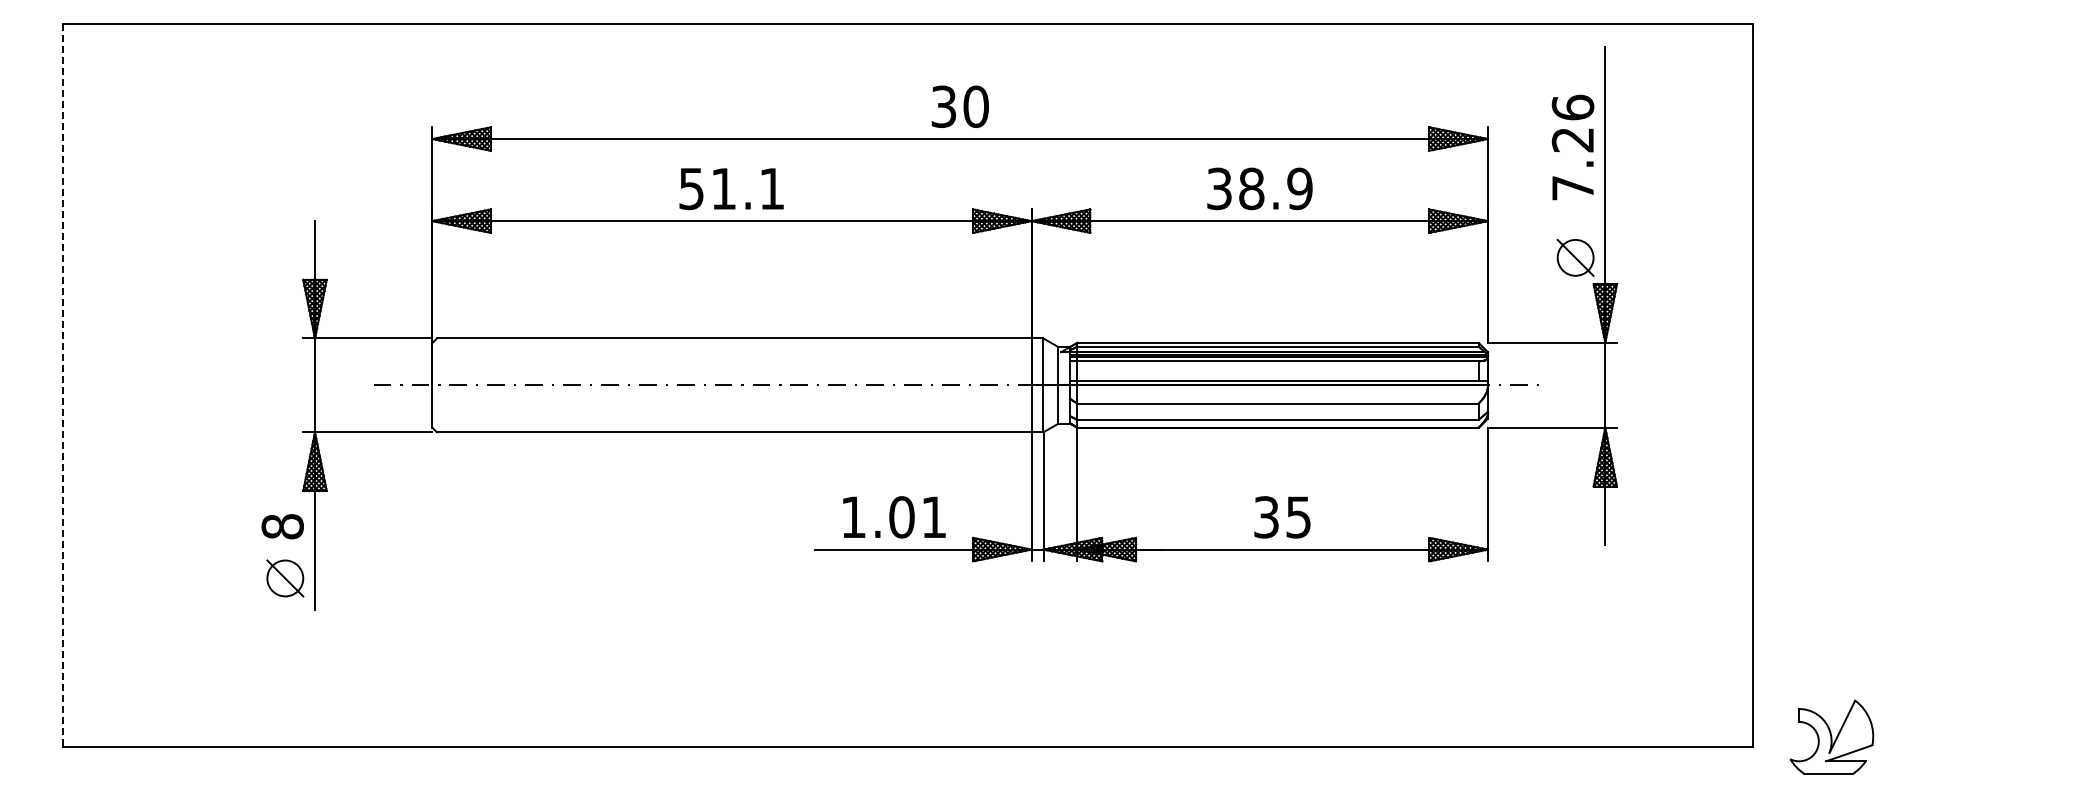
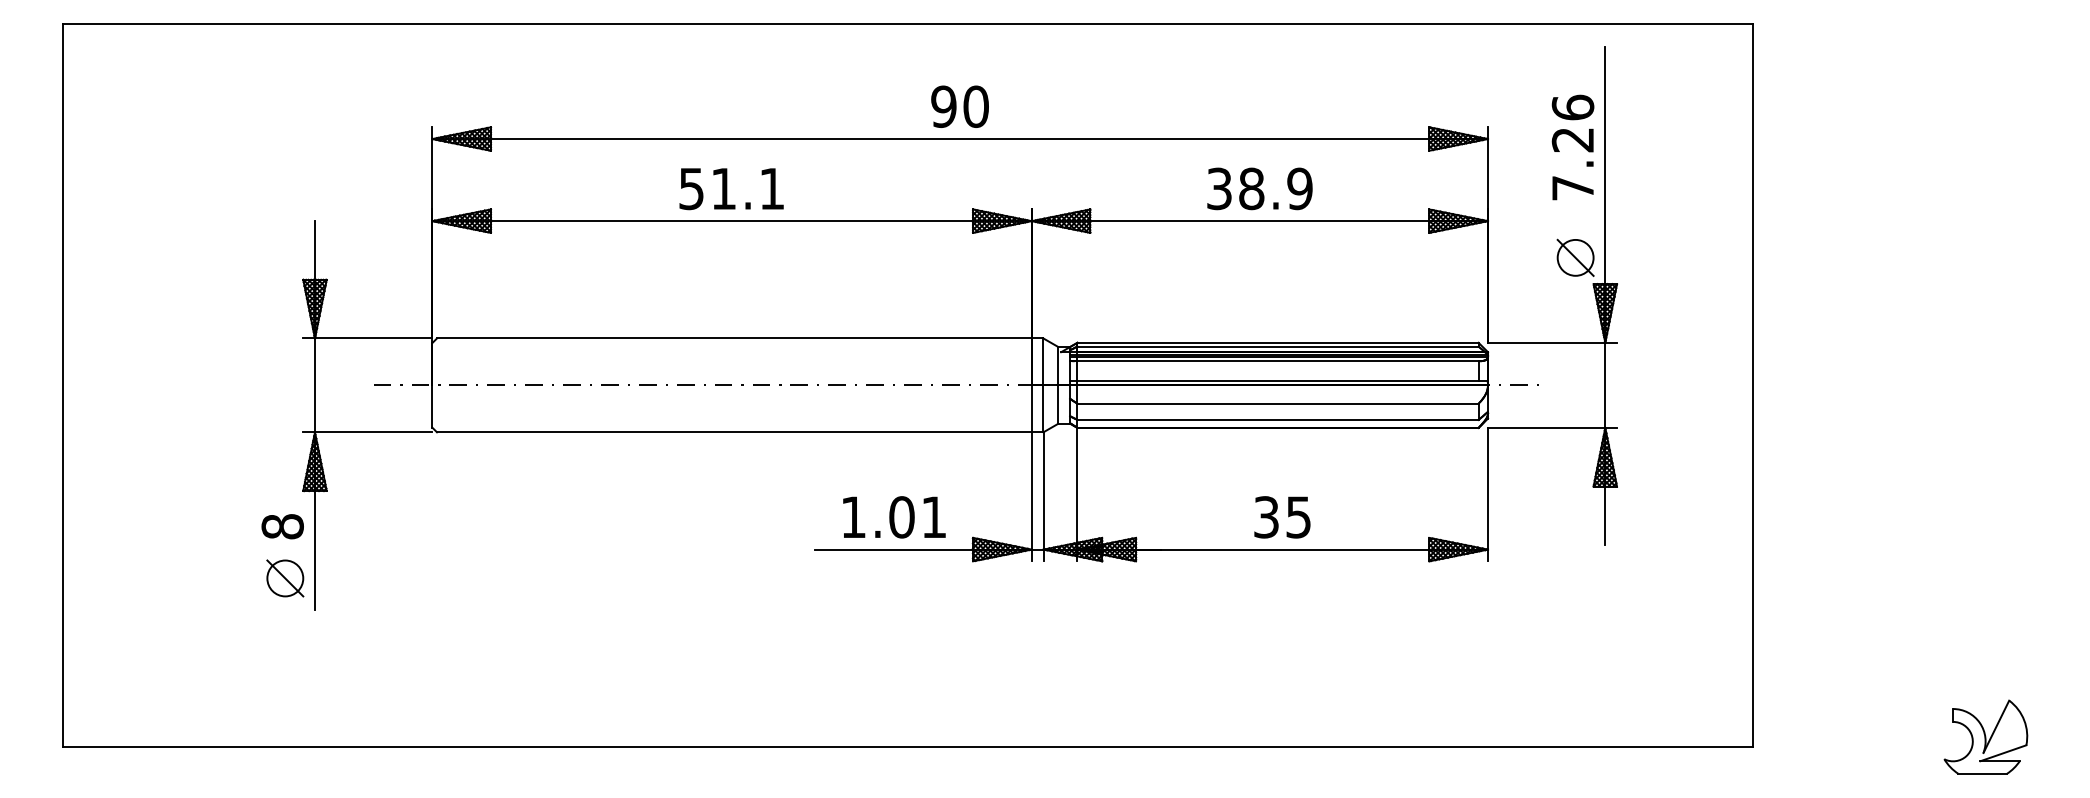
text at (943, 106): 30 -> 90
line at (62, 385): dashed -> solid
part at (1831, 736) position: (1831, 736) -> (1985, 736)
